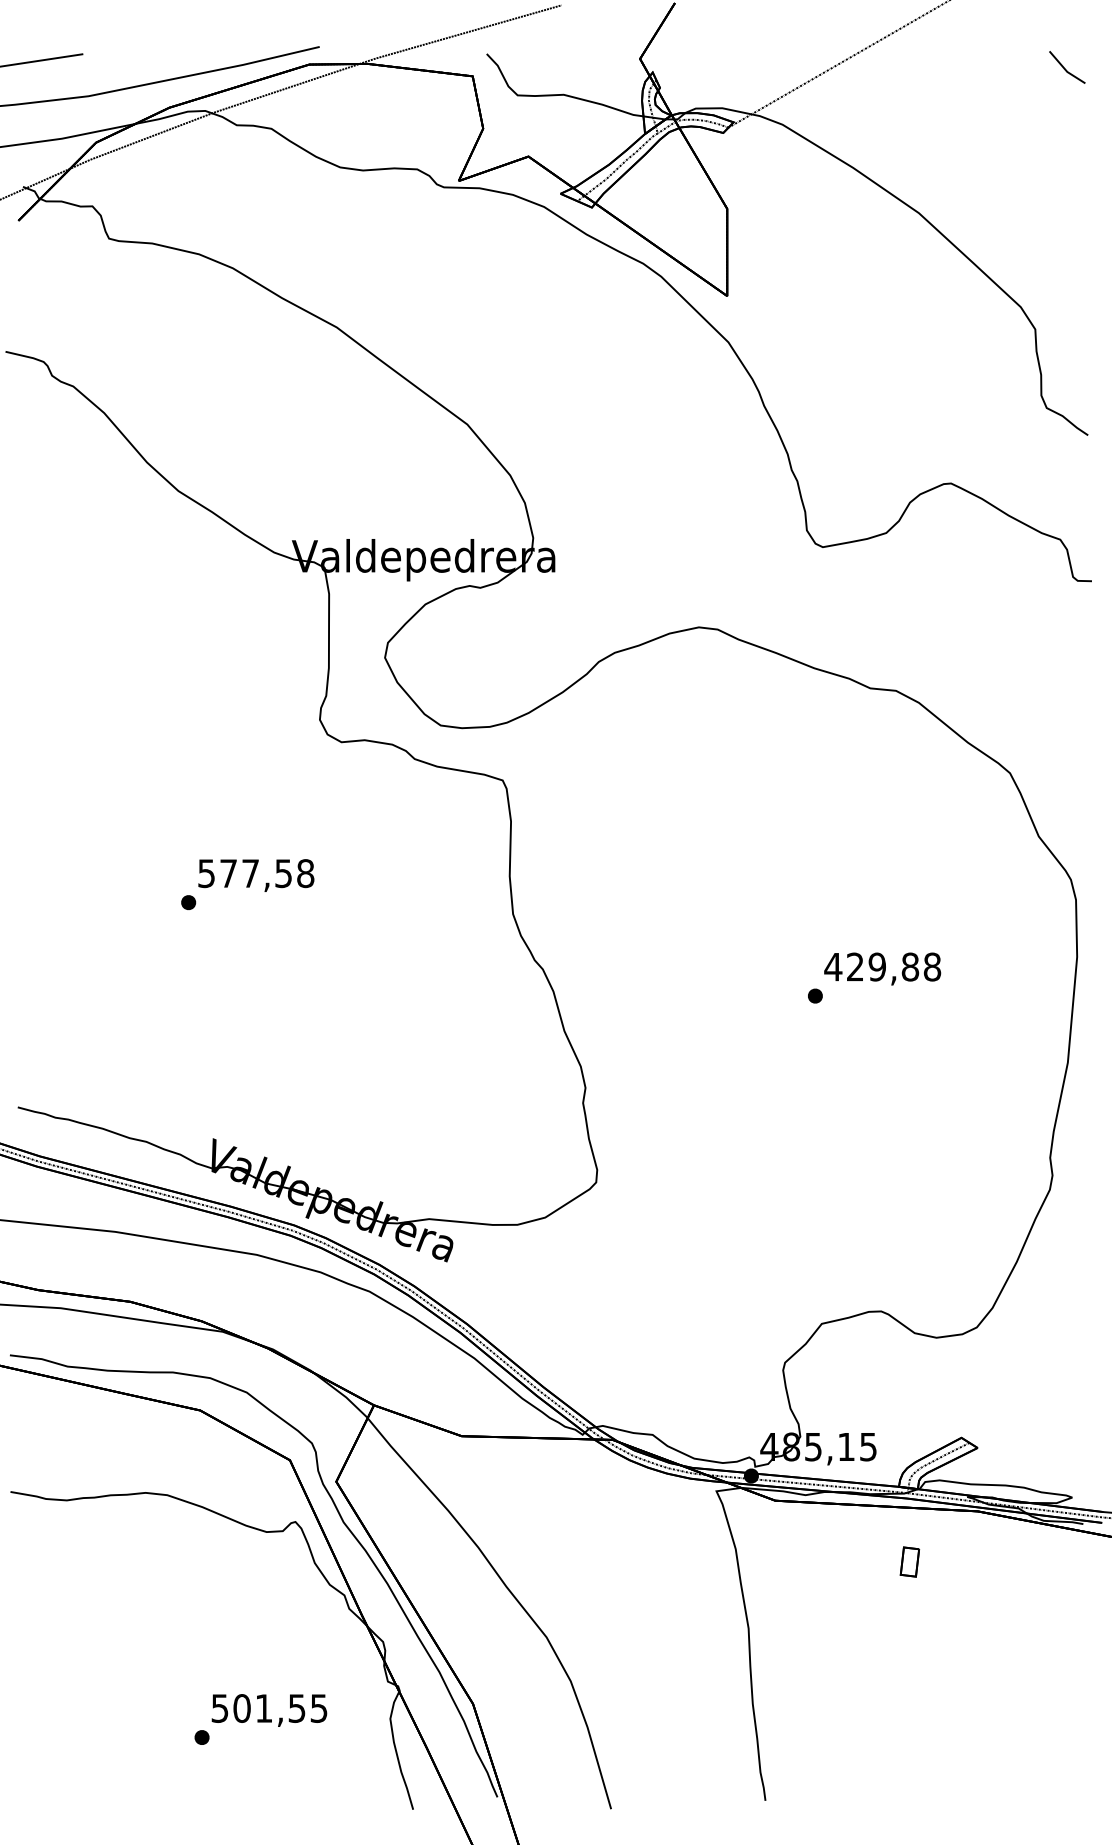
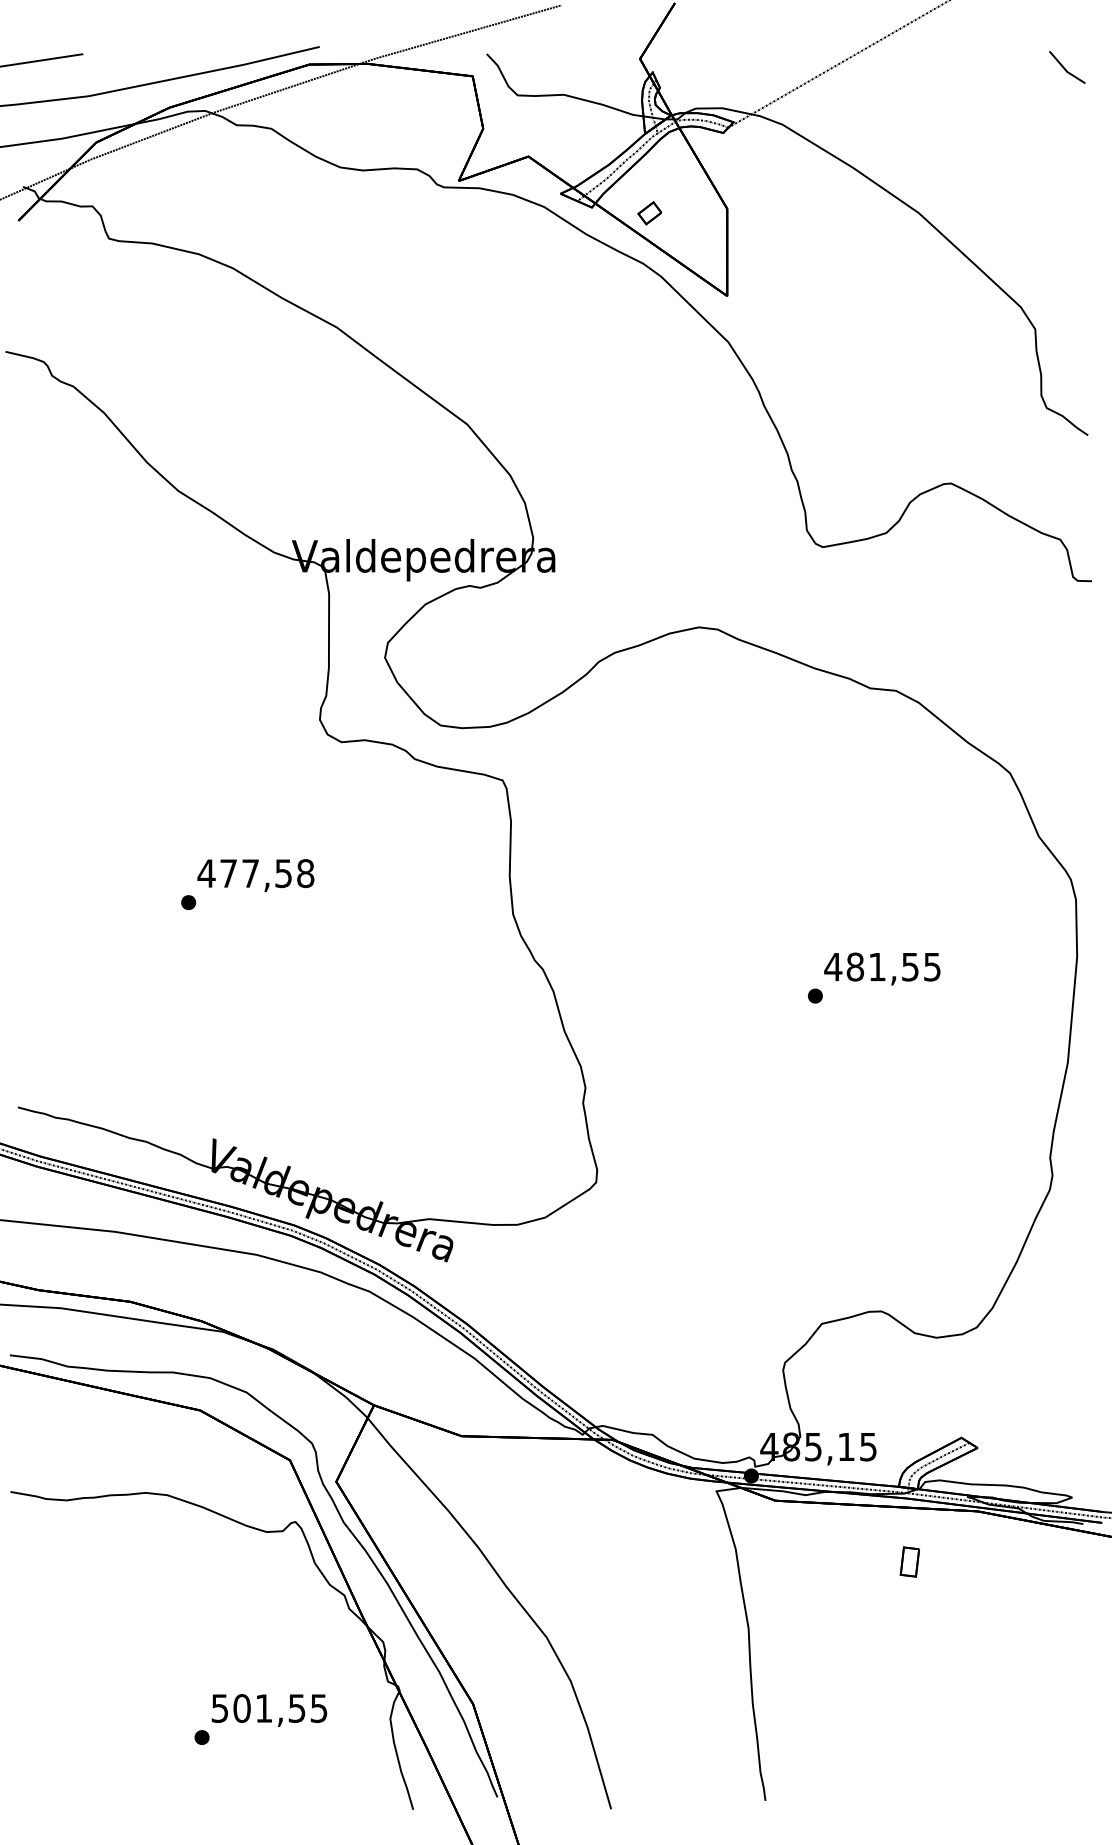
part at (649, 213): none -> present
text at (206, 873): 577,58 -> 477,58
text at (893, 966): 429,88 -> 481,55
